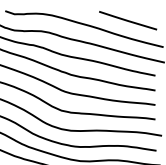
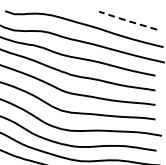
line at (127, 20): solid -> dashed
